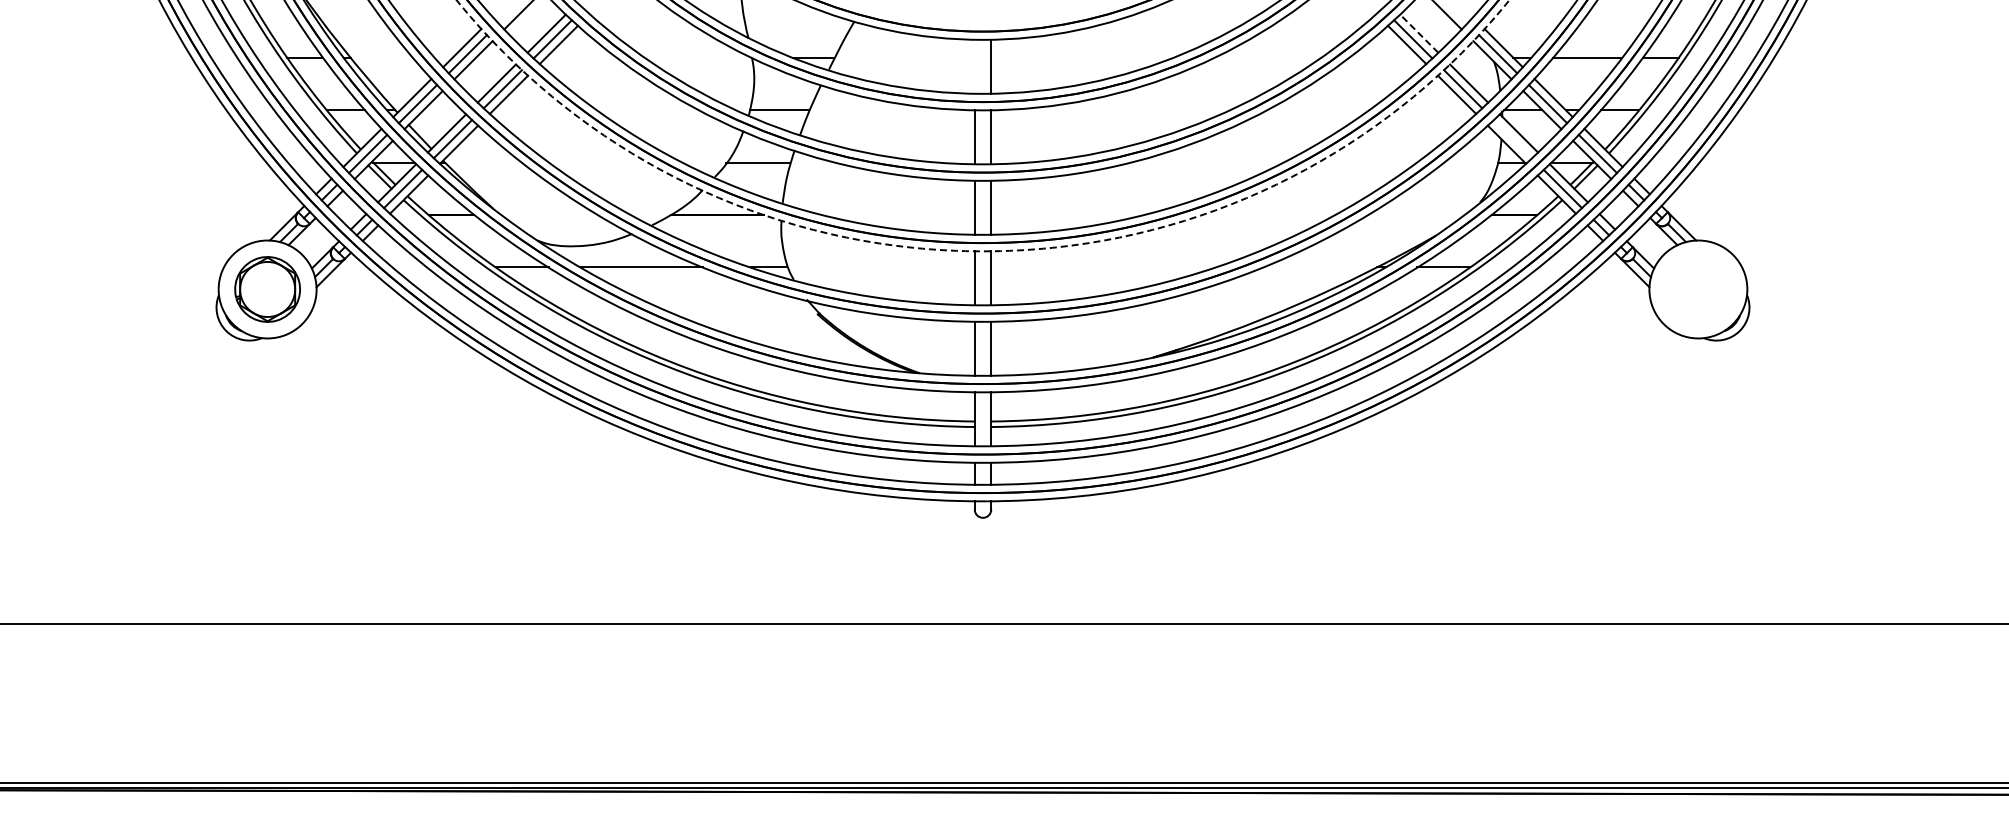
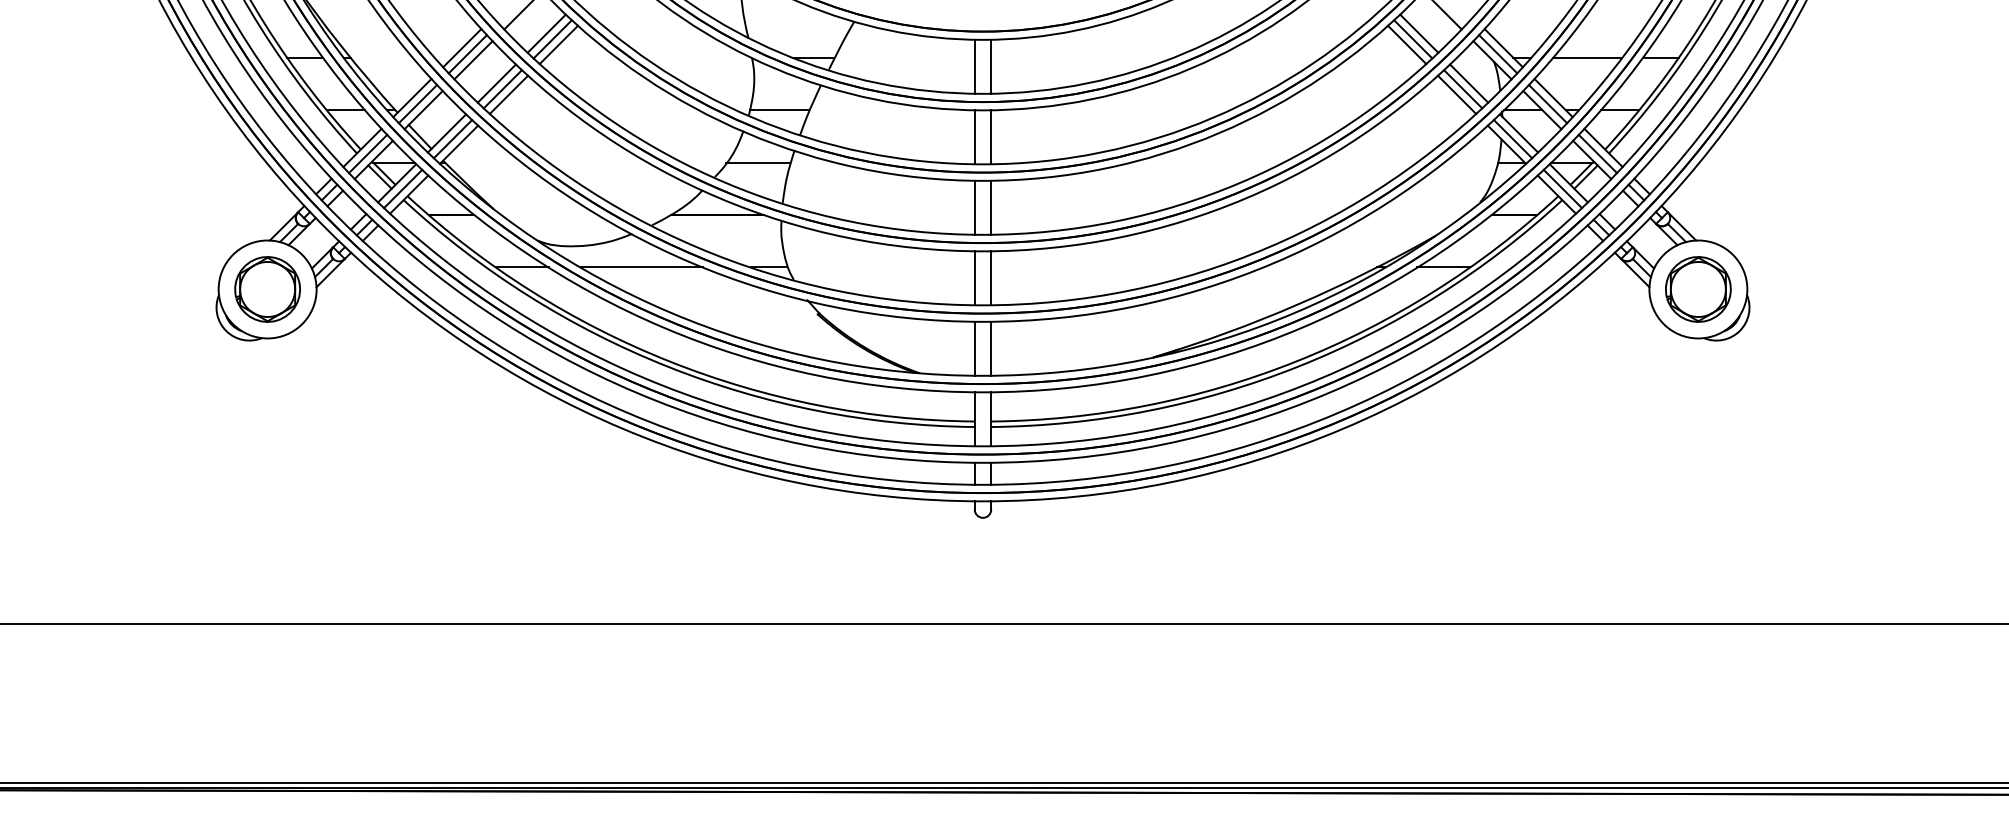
line at (1418, 33): dashed -> solid
line at (974, 66): none -> present
circle at (982, 125): dashed -> solid
line at (1512, 139): none -> present
part at (1698, 289): none -> present
